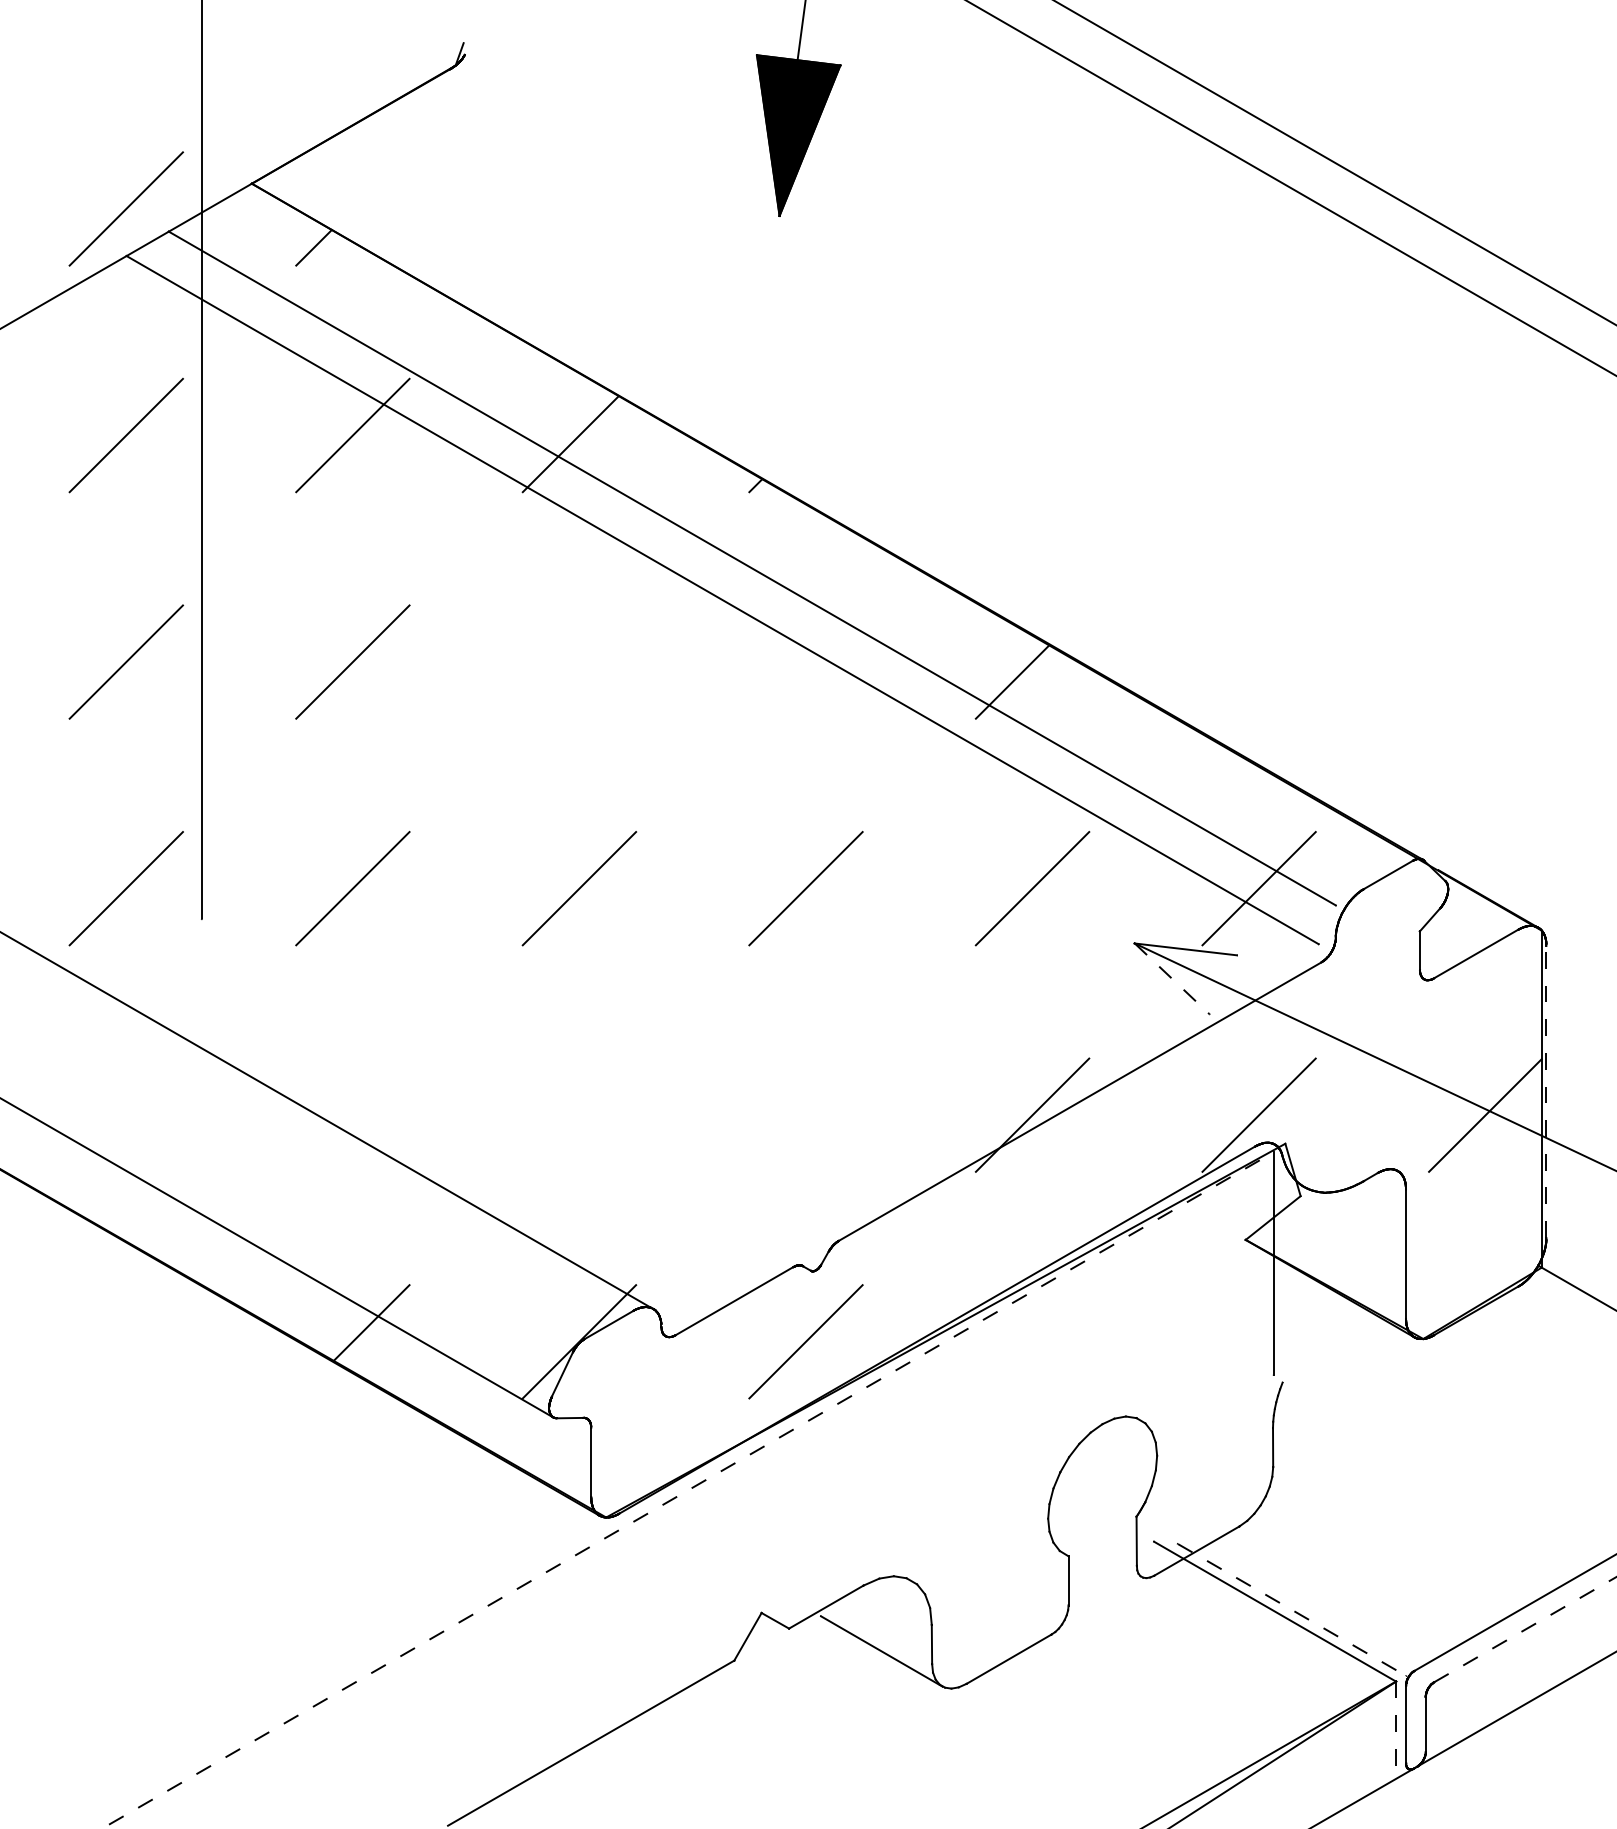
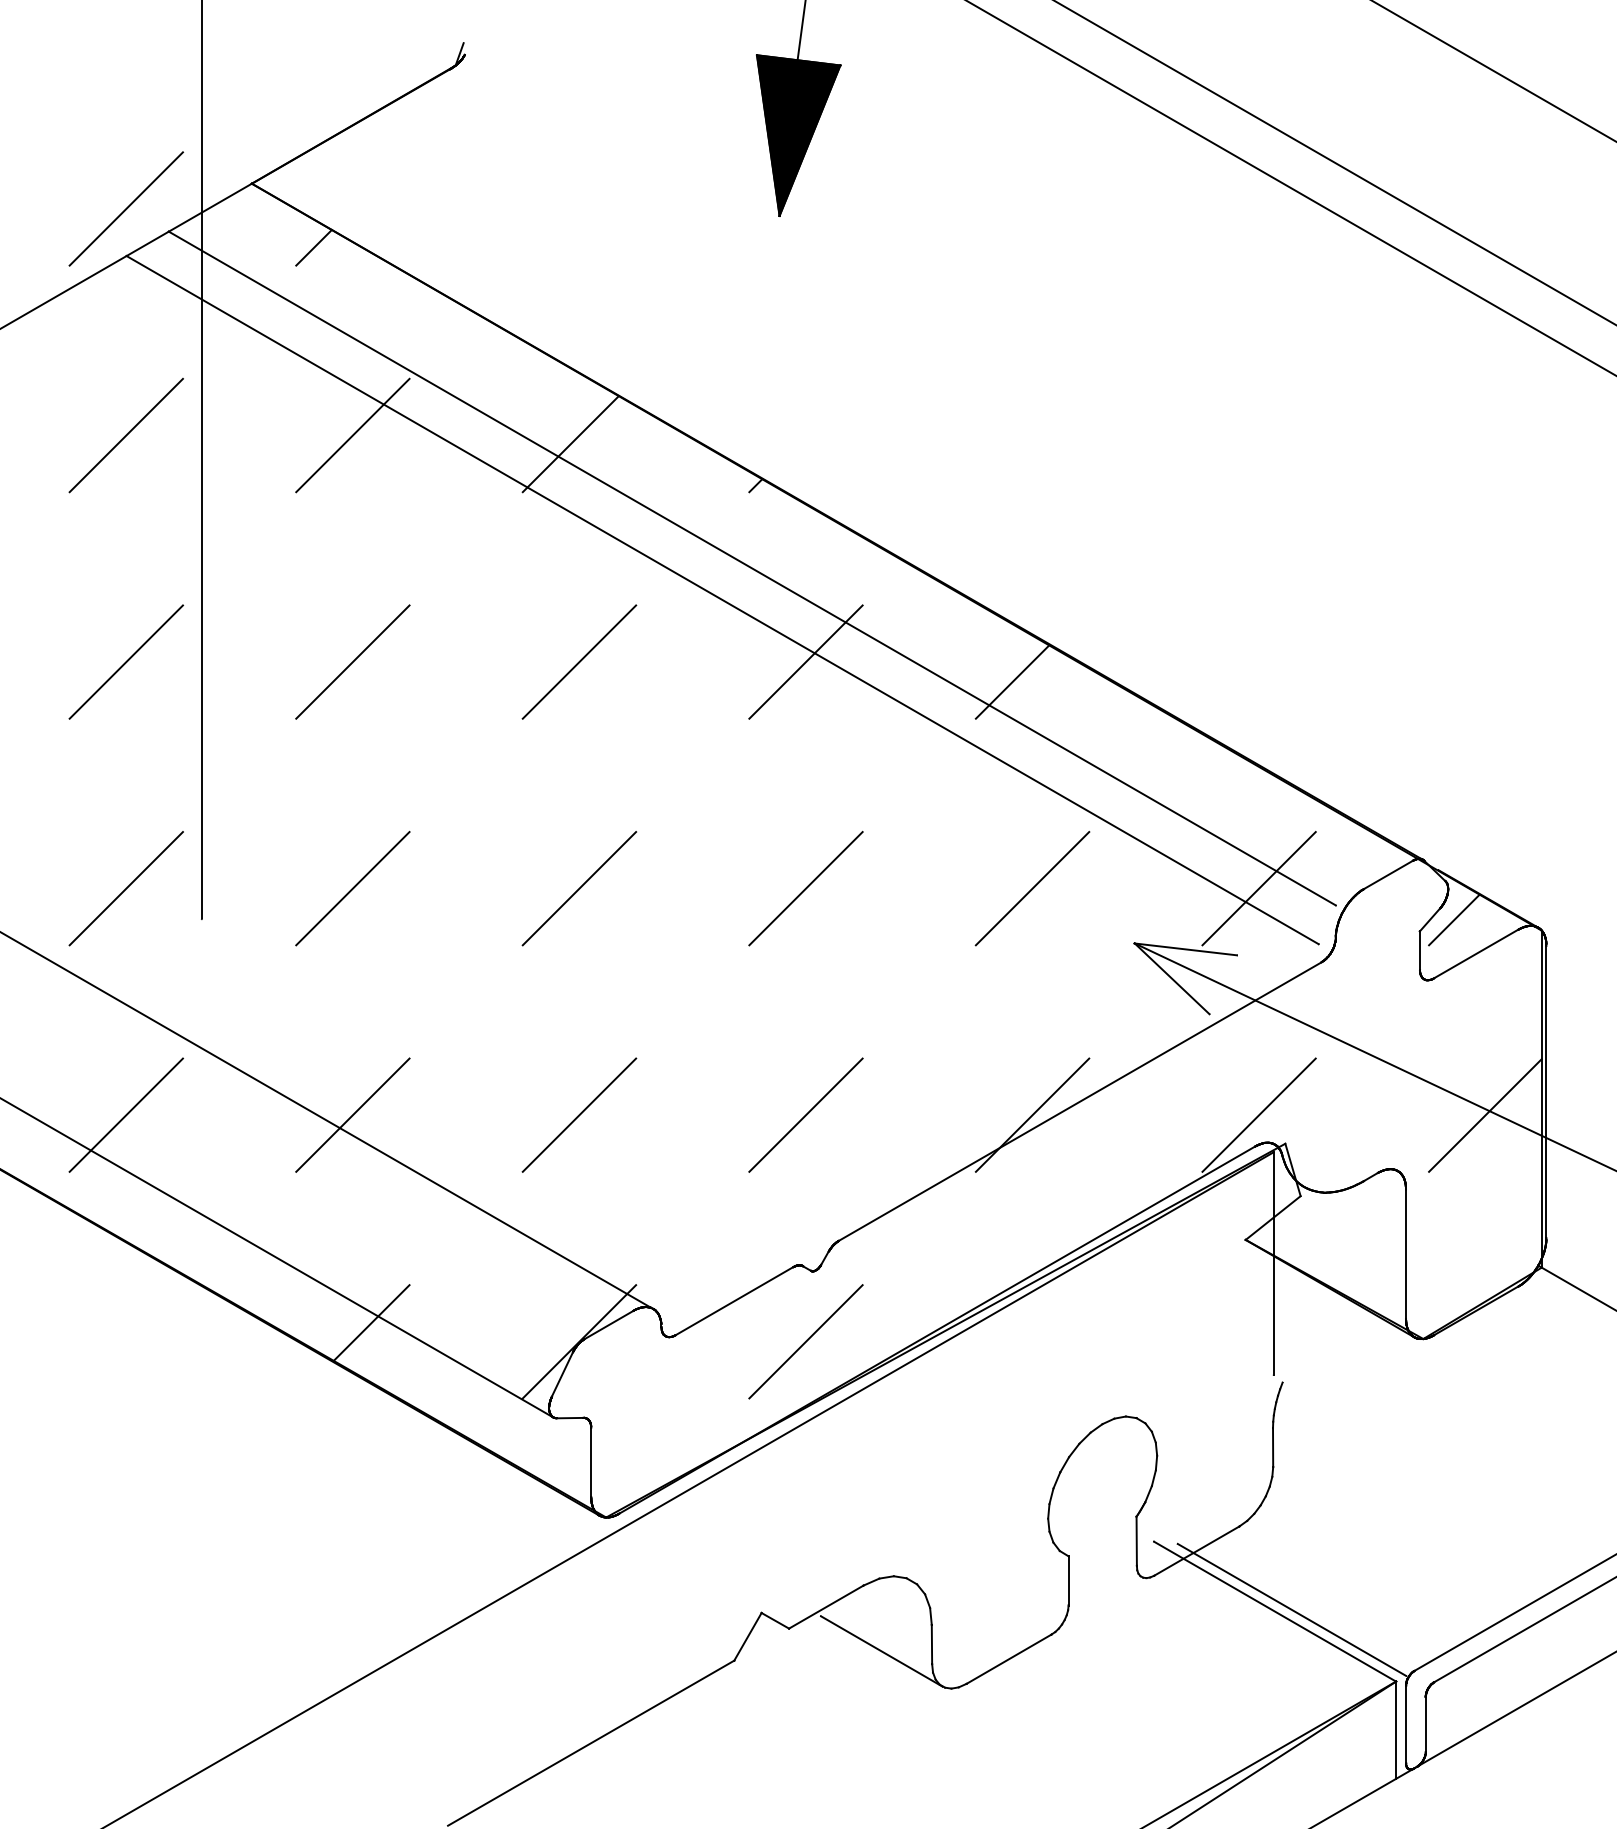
line at (1493, 71): none -> present
line at (579, 661): none -> present
line at (805, 661): none -> present
line at (1454, 919): none -> present
line at (1172, 979): dashed -> solid
line at (1546, 1091): dashed -> solid
line at (125, 1114): none -> present
line at (352, 1114): none -> present
line at (579, 1114): none -> present
line at (805, 1114): none -> present
line at (688, 1490): dashed -> solid
line at (1291, 1609): dashed -> solid
line at (1524, 1629): dashed -> solid
line at (1396, 1730): dashed -> solid
